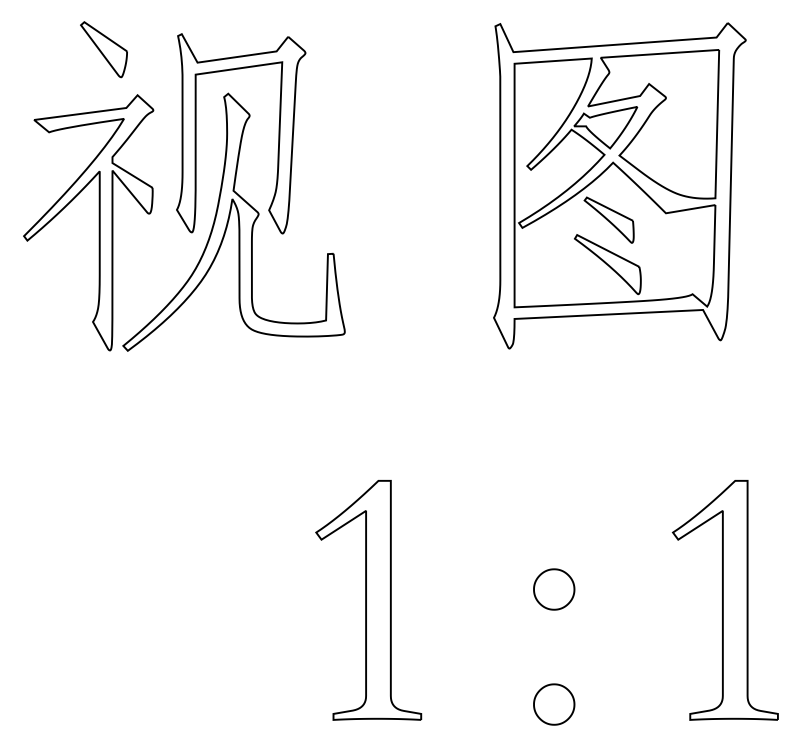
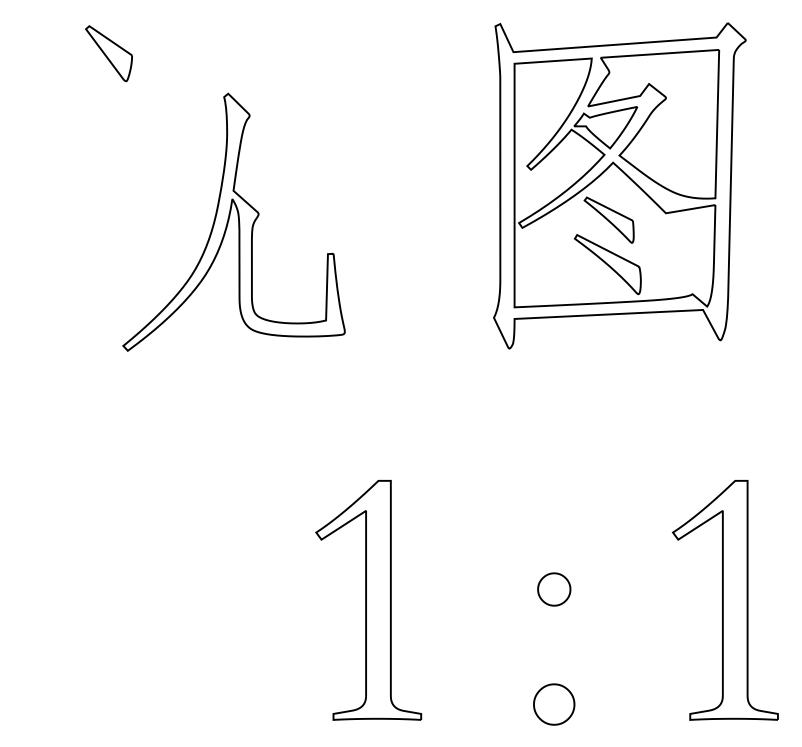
part at (103, 49) position: (103, 49) -> (108, 53)
part at (278, 133): present -> none
part at (98, 222): present -> none
part at (554, 589) size: 43x43 px -> 35x35 px
